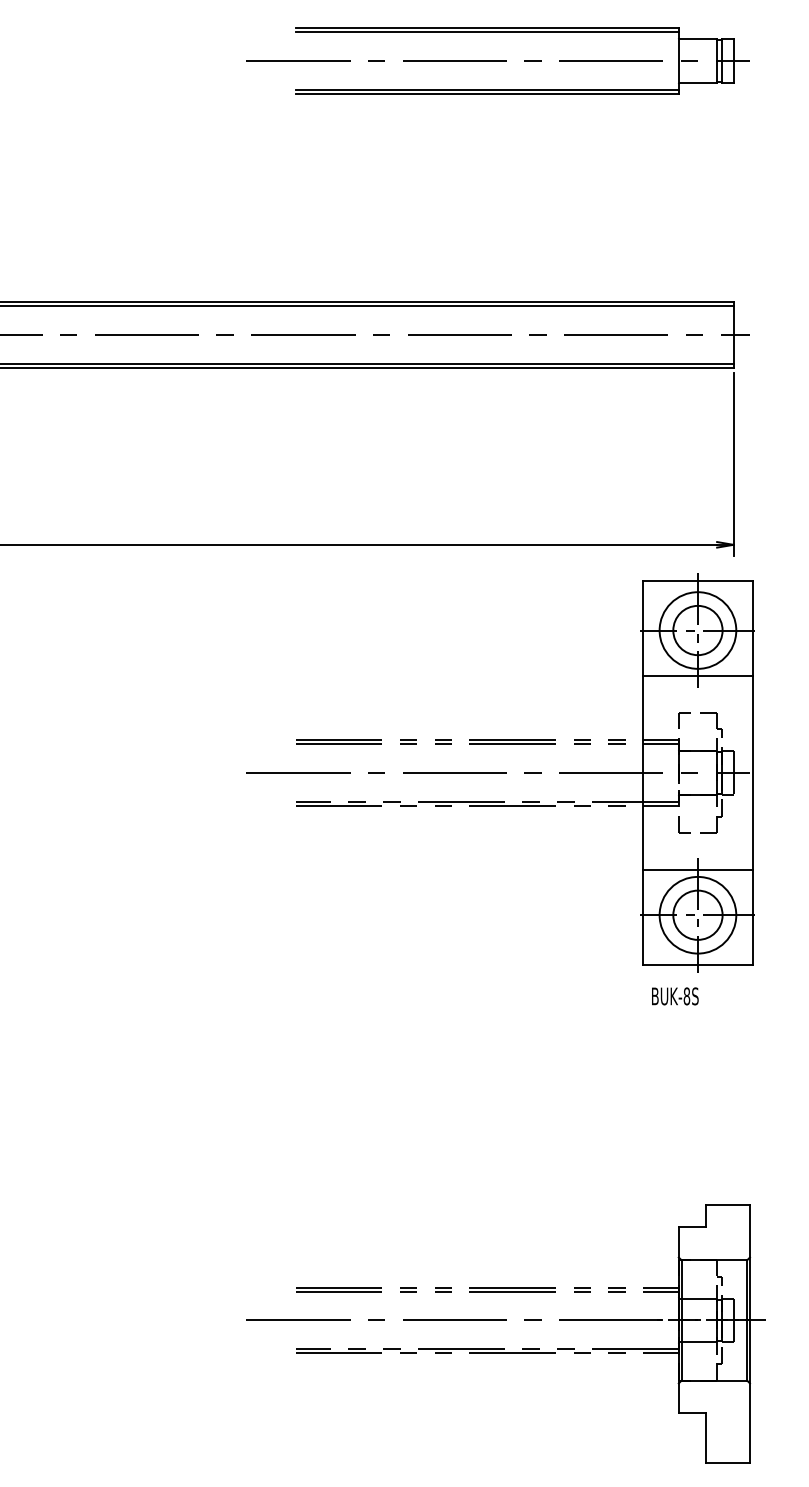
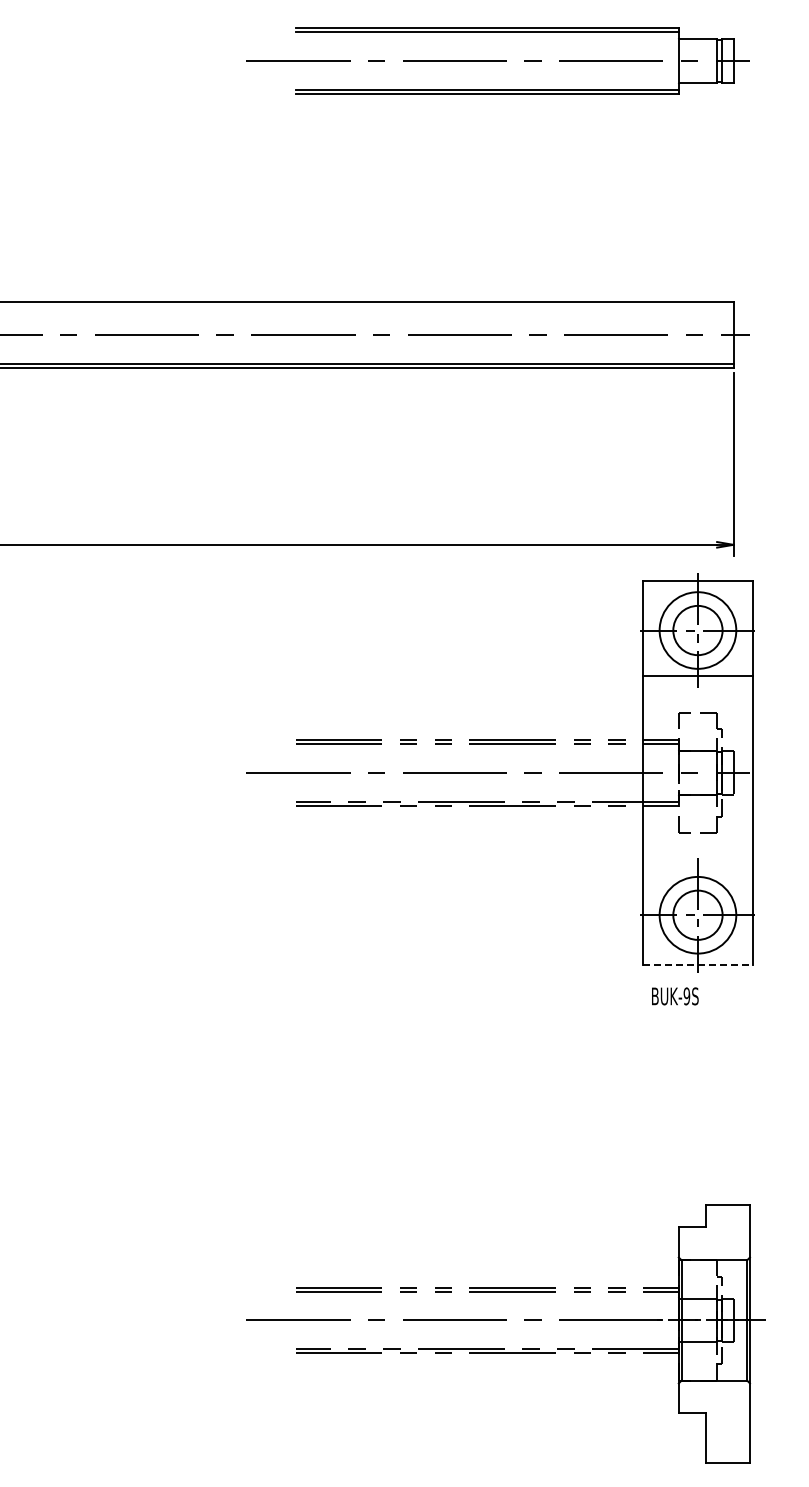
line at (367, 305): present -> none
line at (697, 870): present -> none
line at (697, 964): solid -> dashed
text at (686, 996): BUK-8S -> BUK-9S
